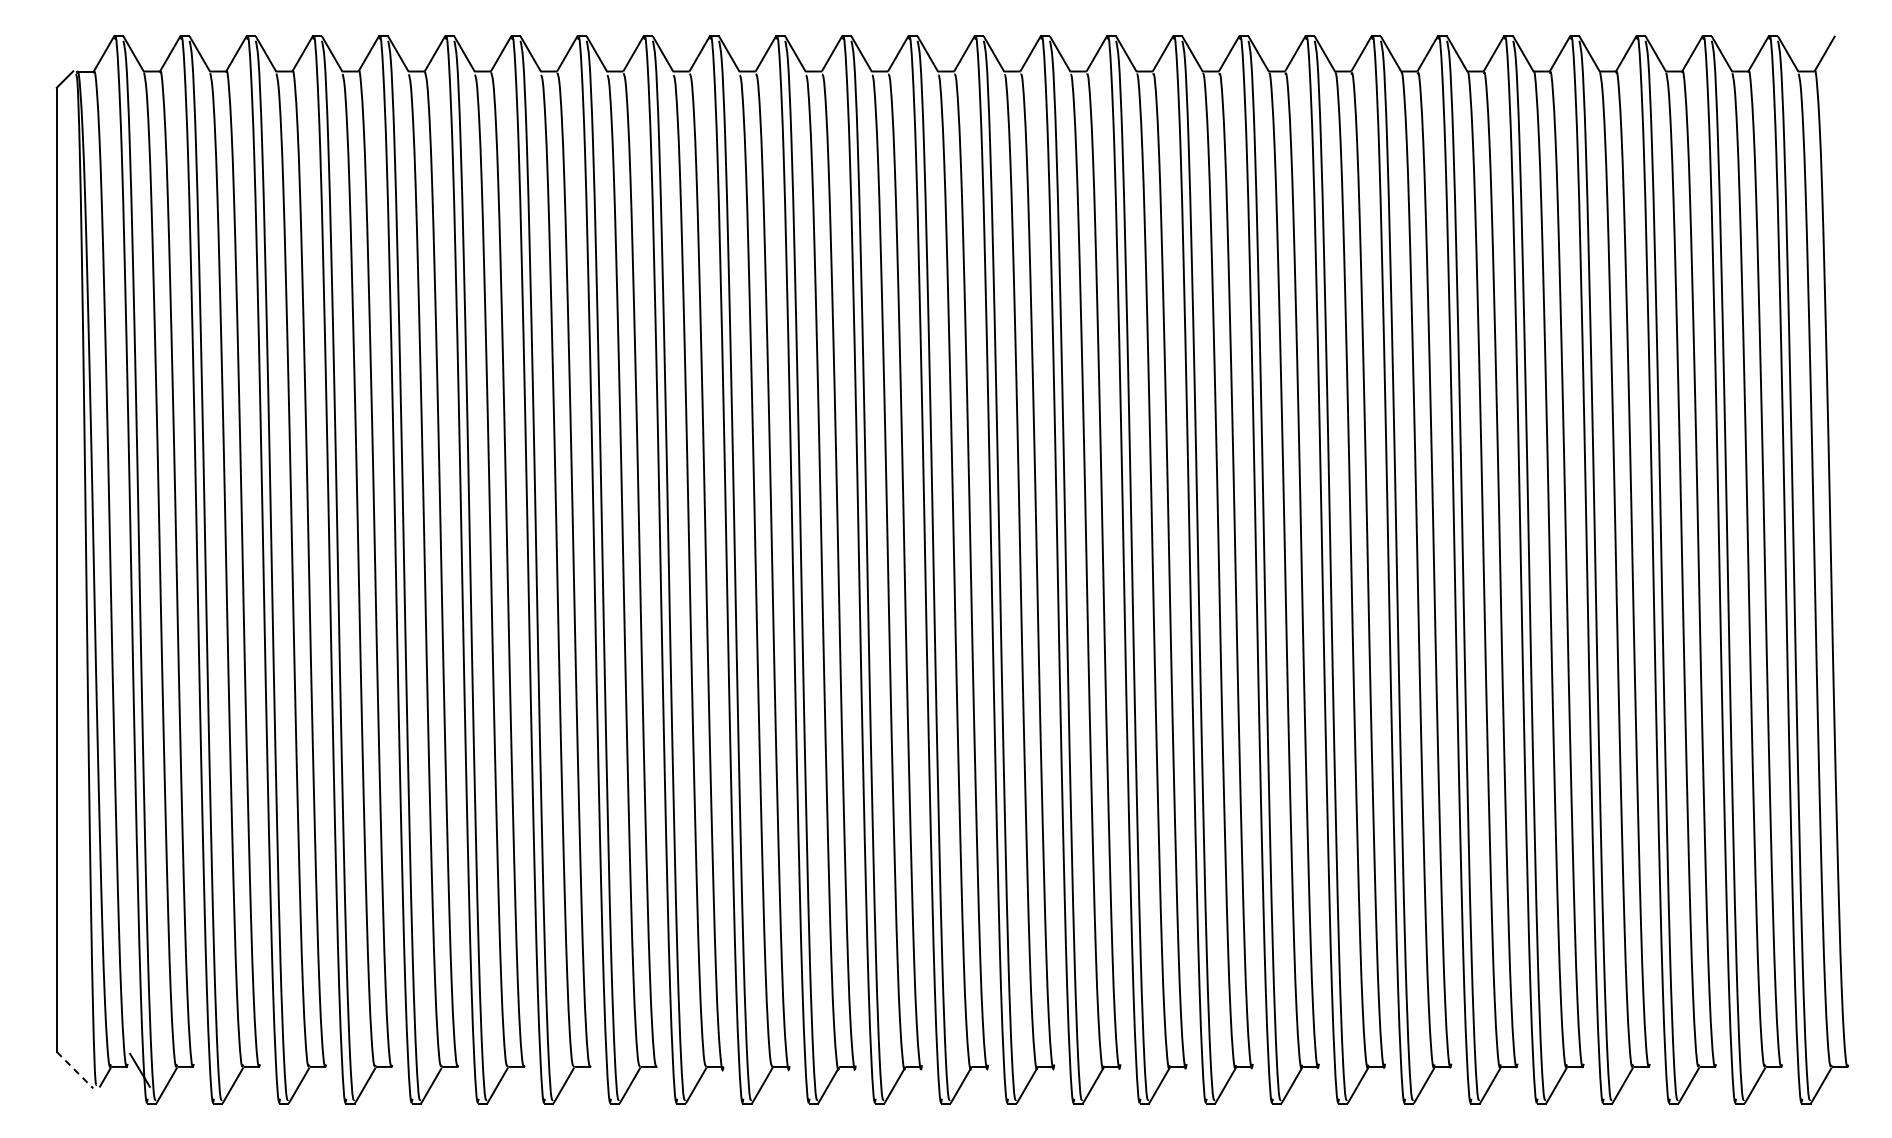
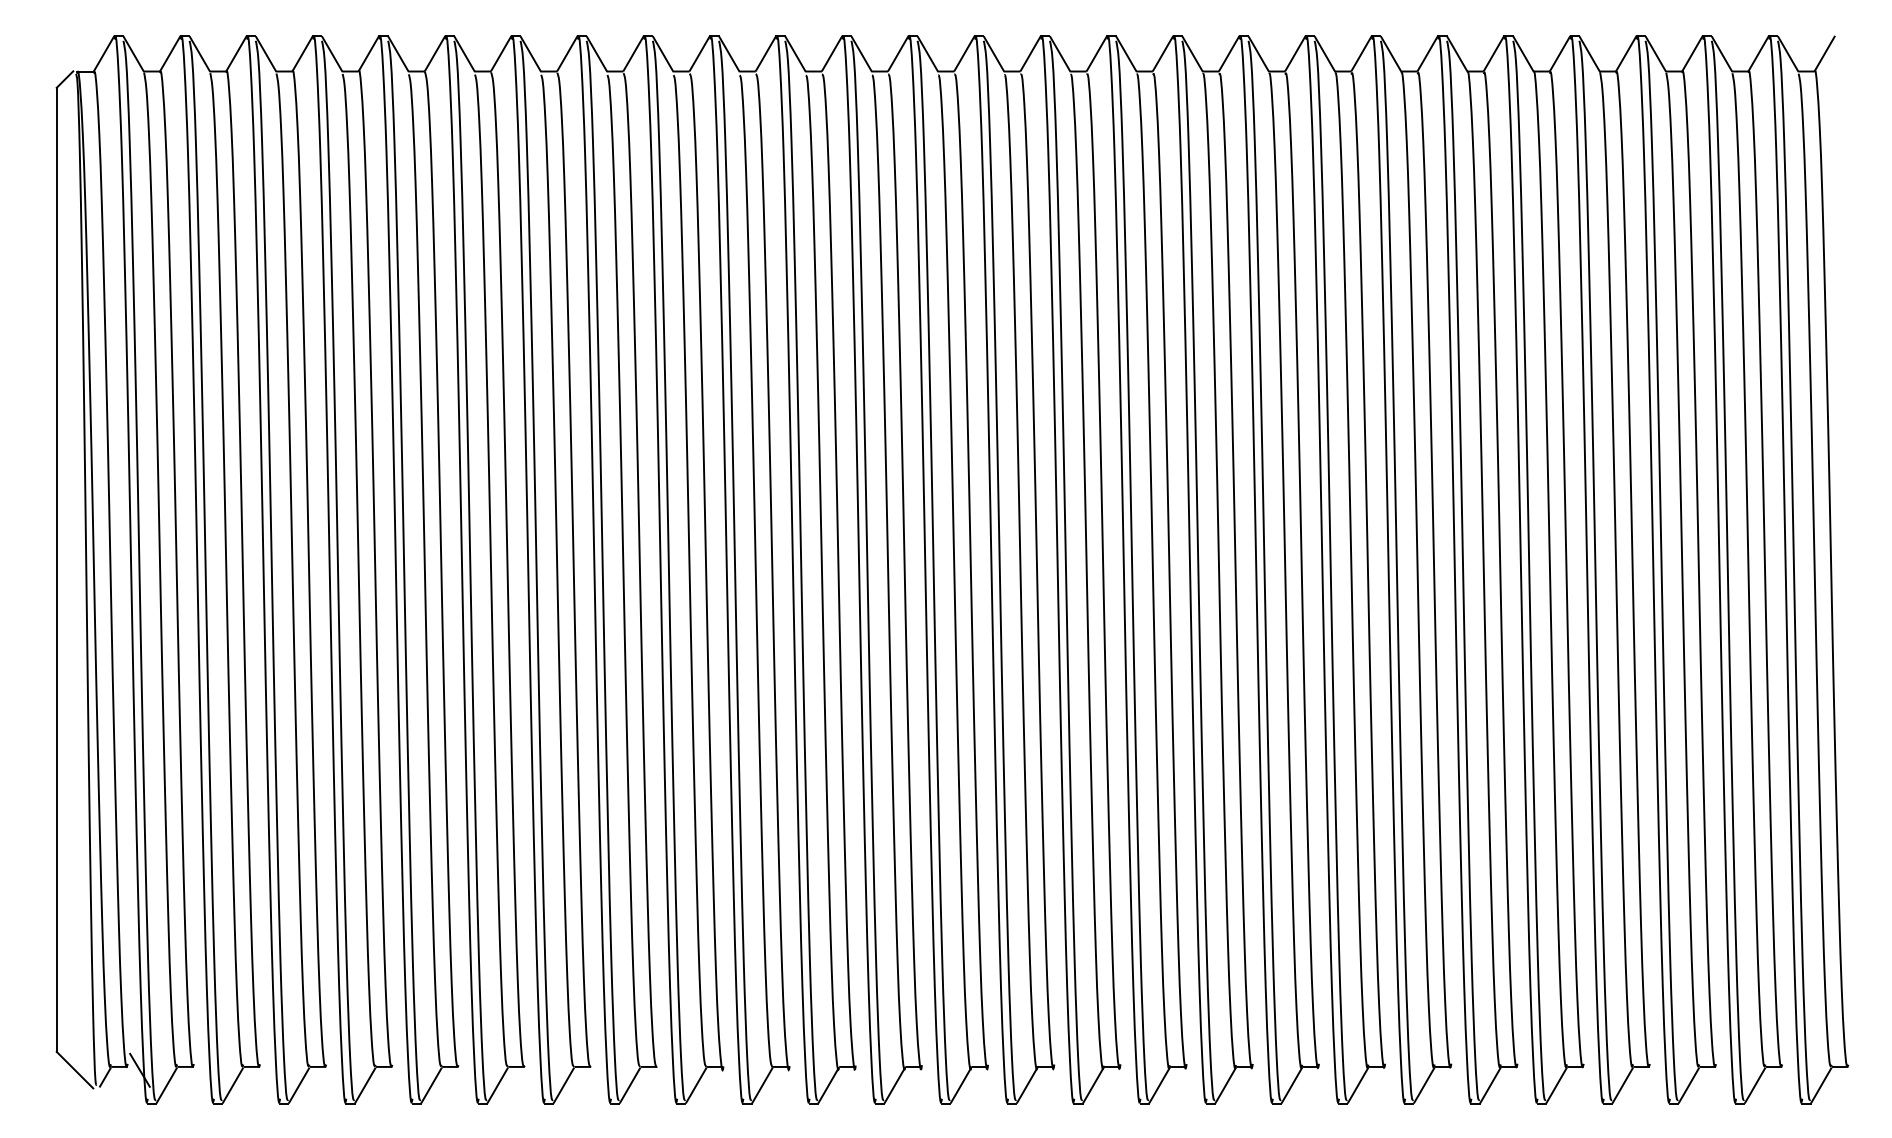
line at (75, 1070): dashed -> solid
